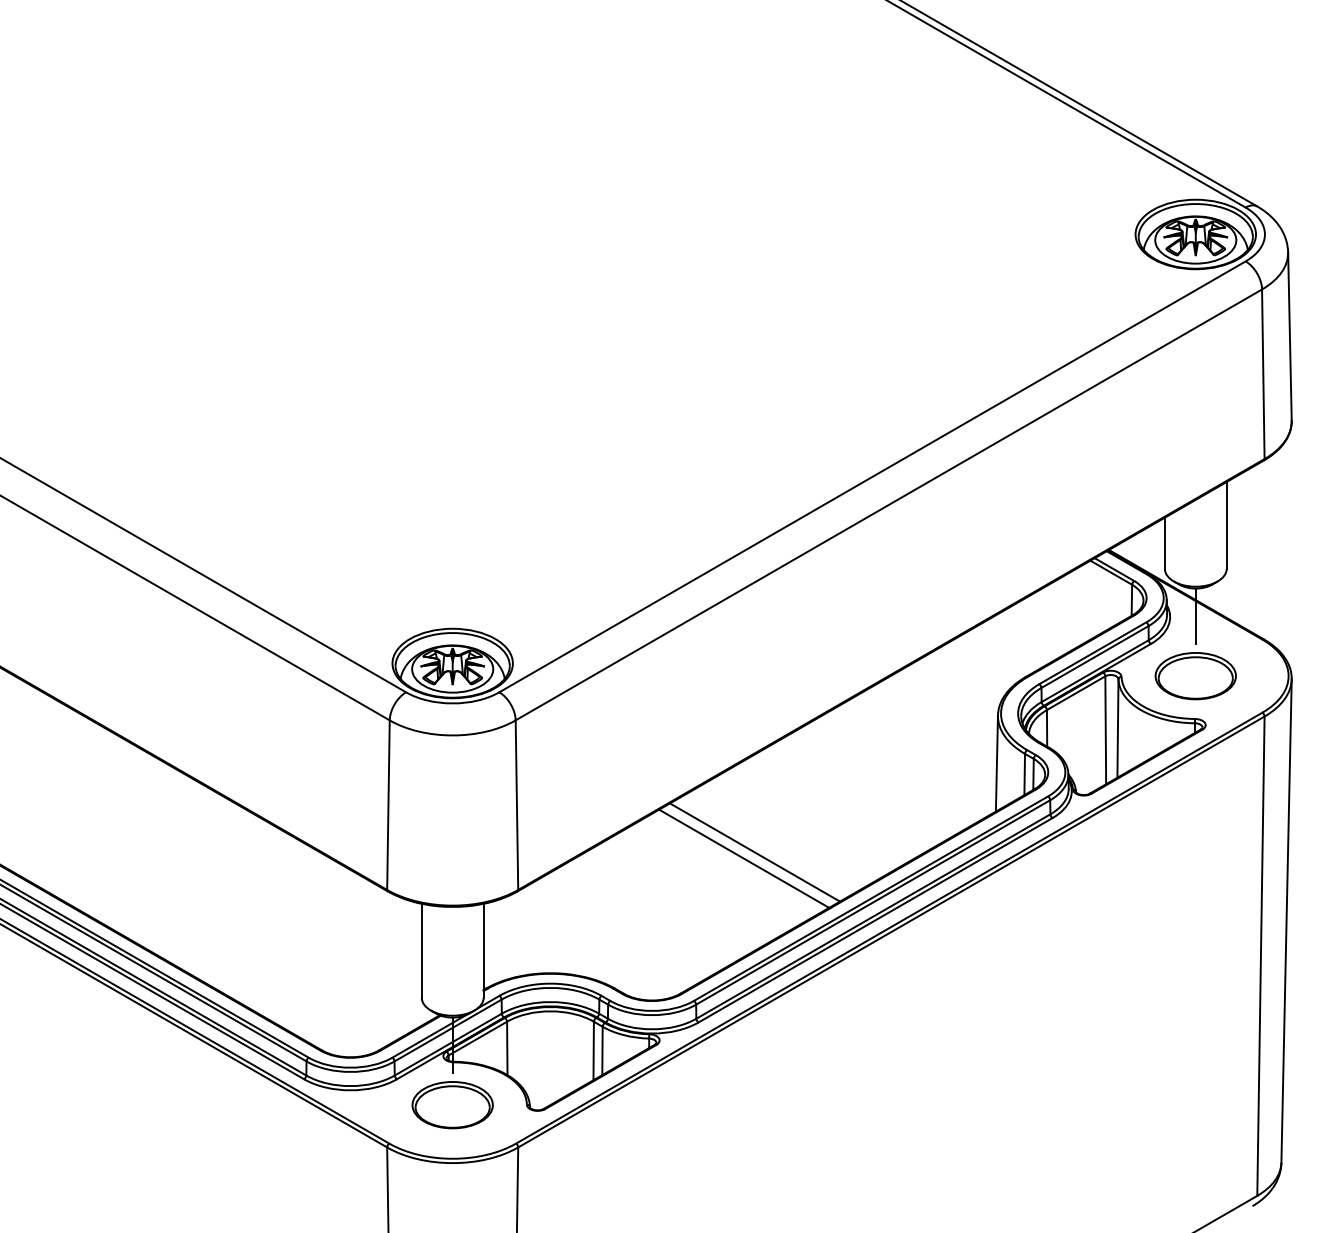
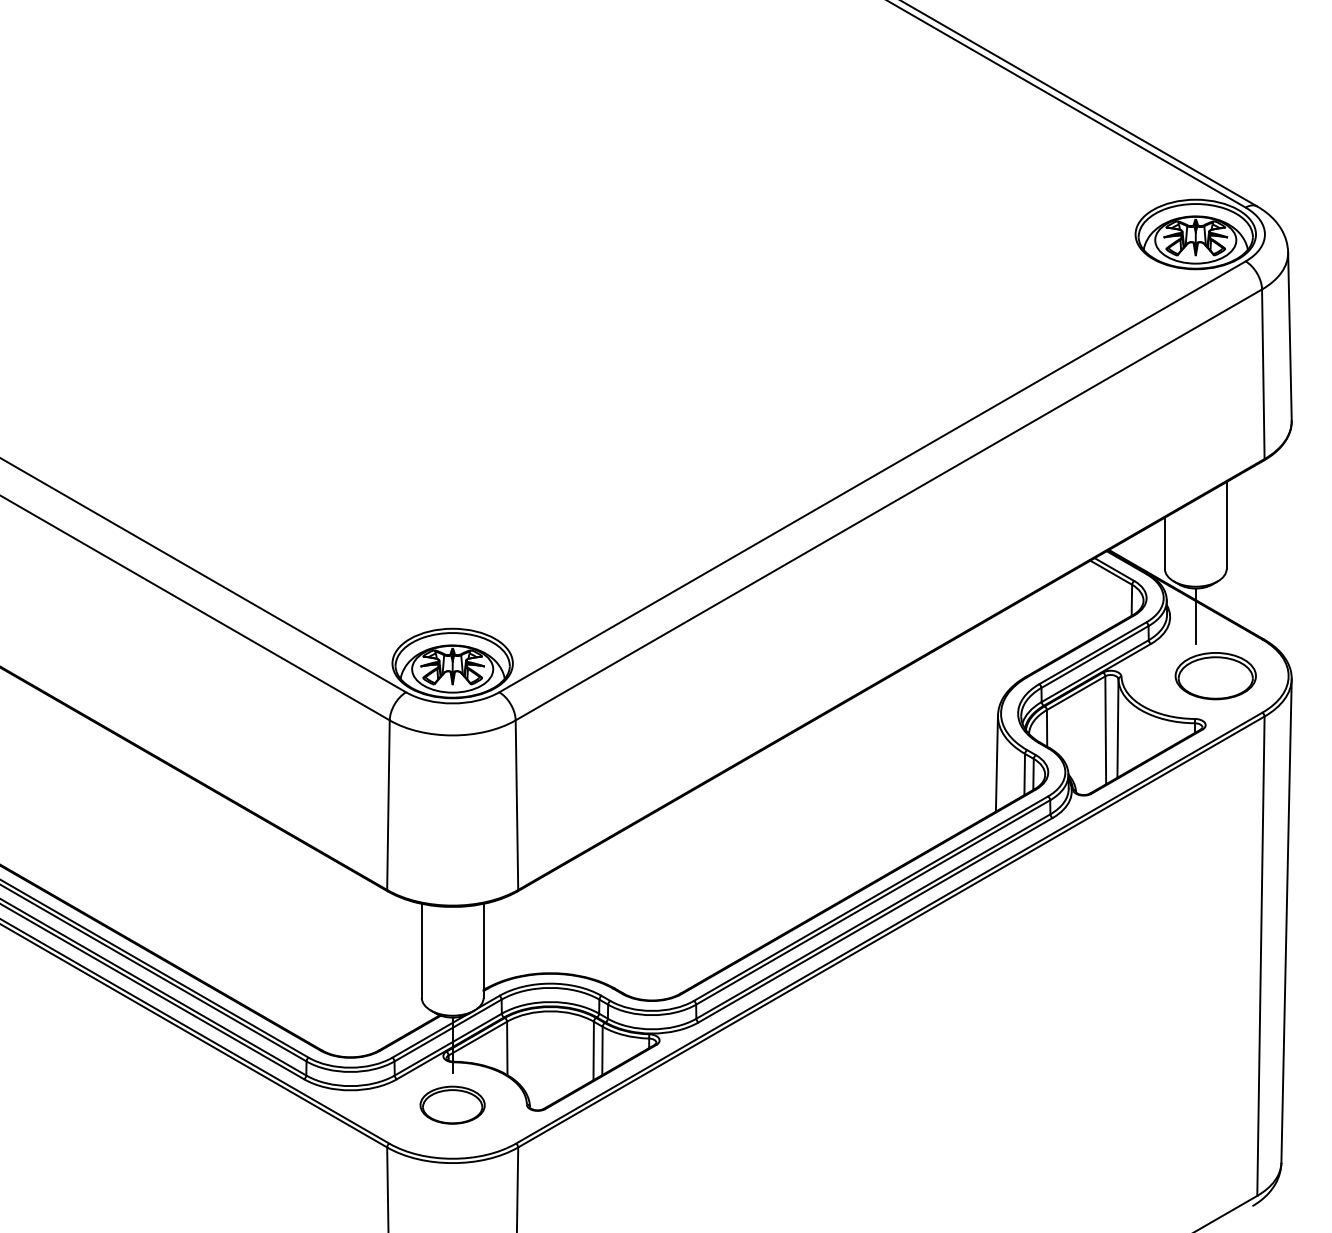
part at (1195, 676) position: (1195, 676) -> (1215, 676)
line at (754, 852): present -> none
line at (744, 858): present -> none
part at (452, 1105) size: 83x49 px -> 67x40 px
